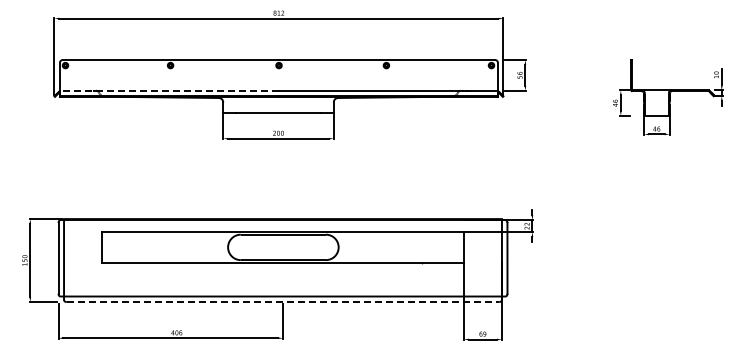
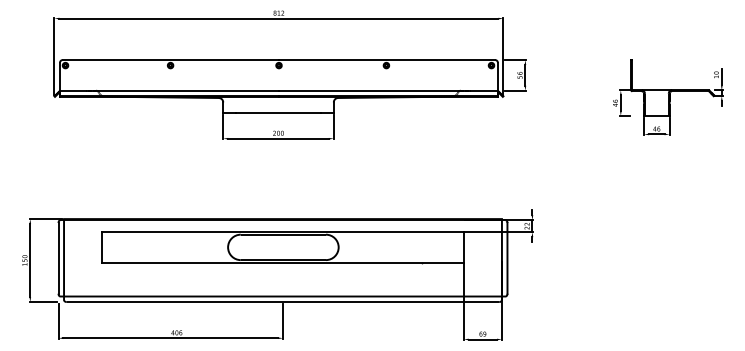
line at (168, 90): dashed -> solid
line at (283, 302): dashed -> solid
